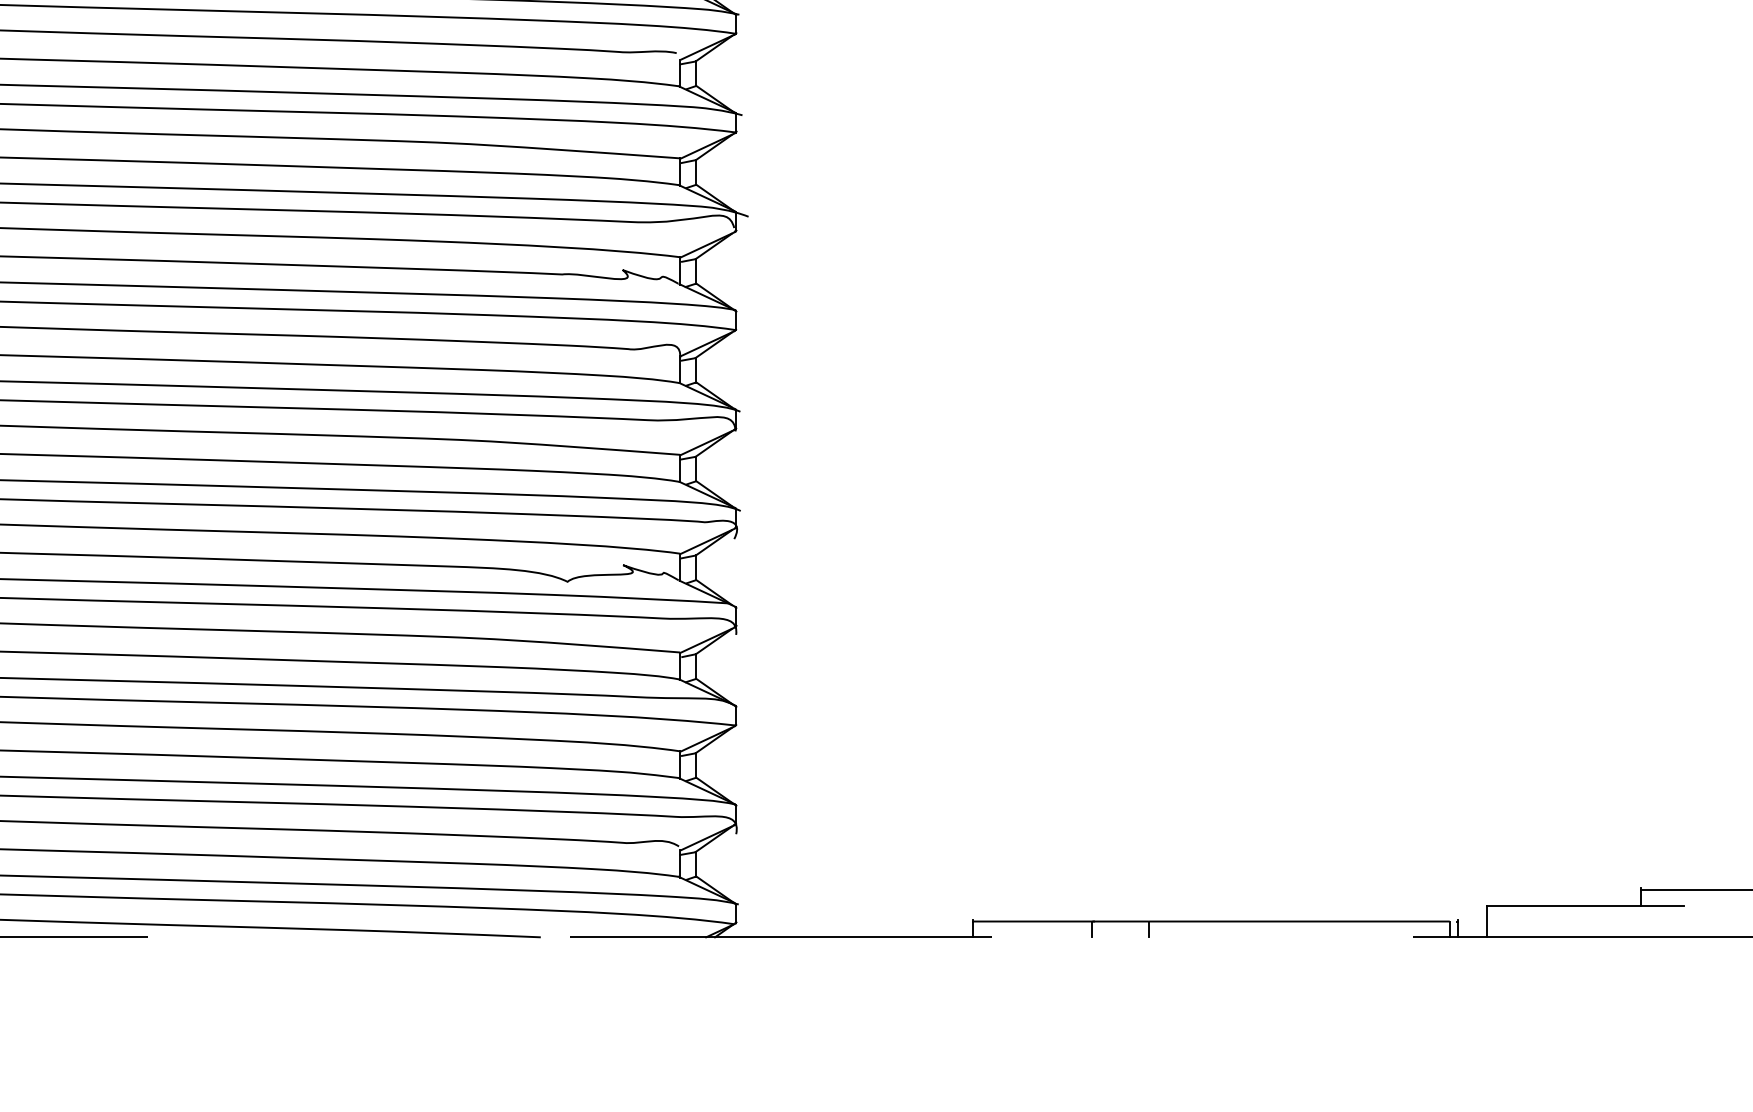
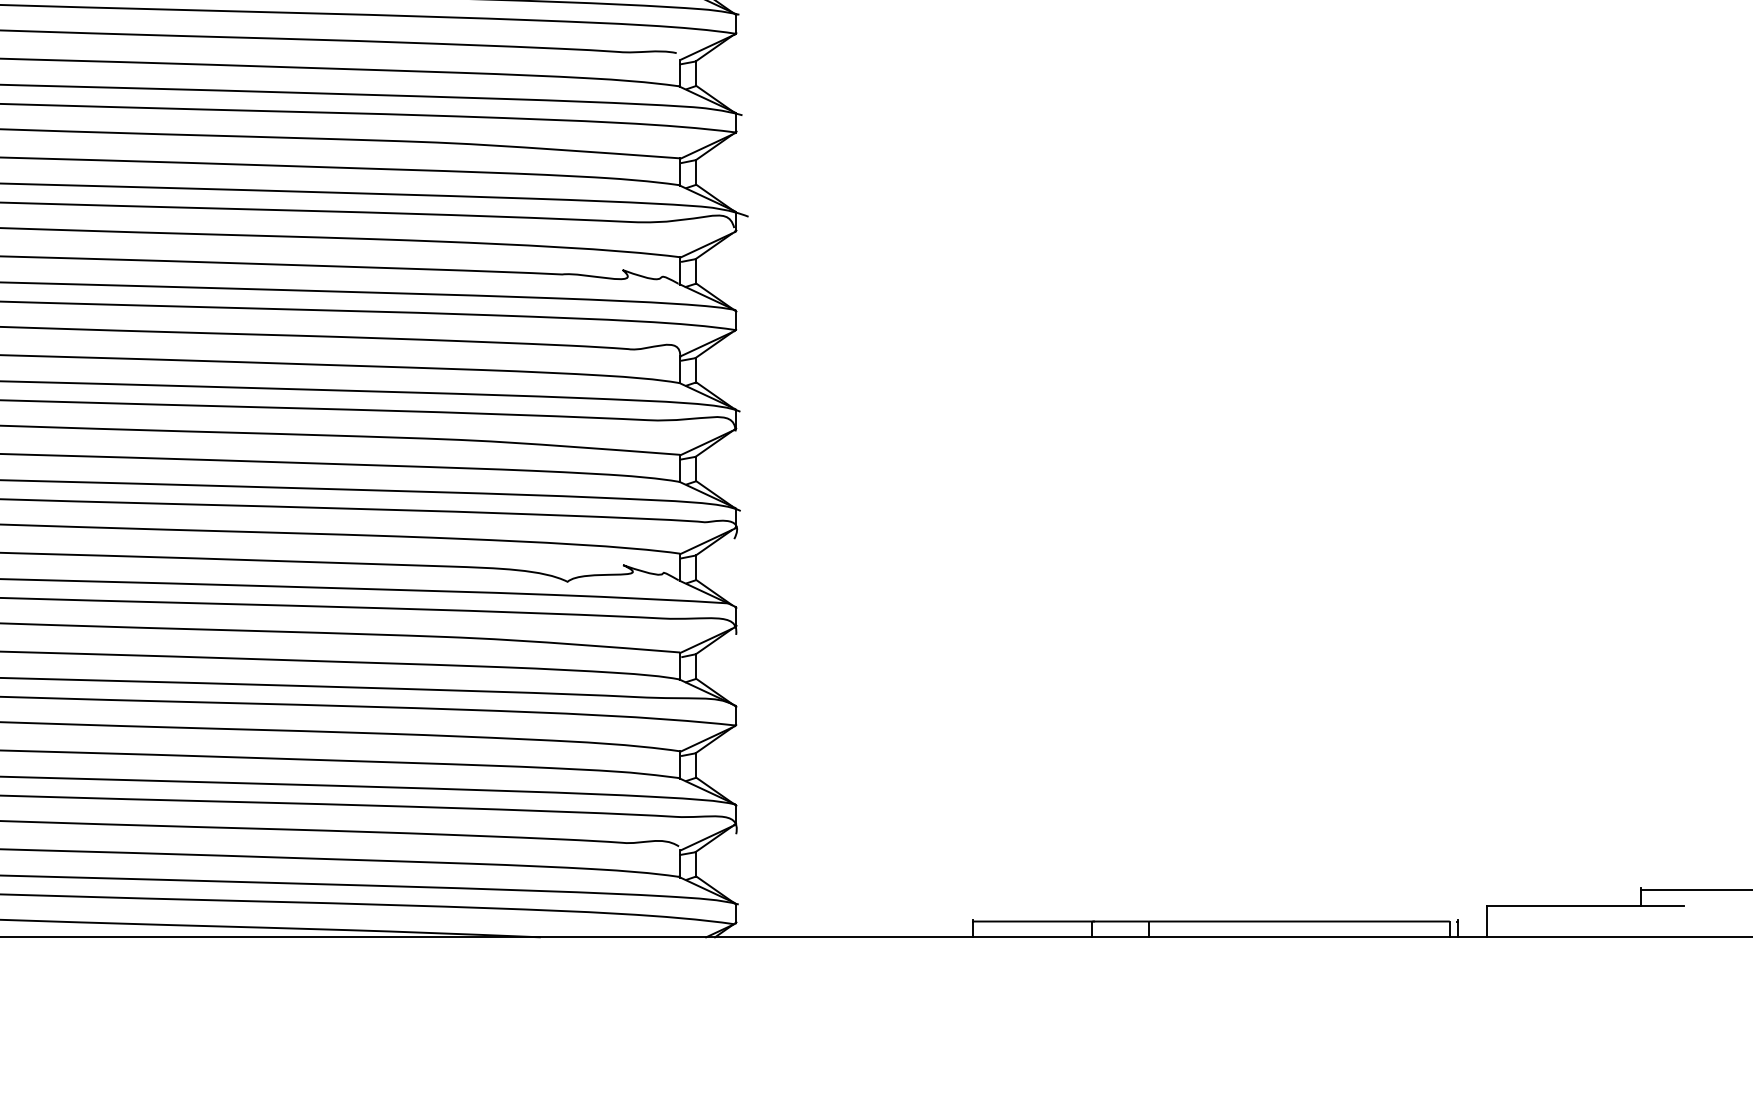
line at (876, 937): dashed -> solid
